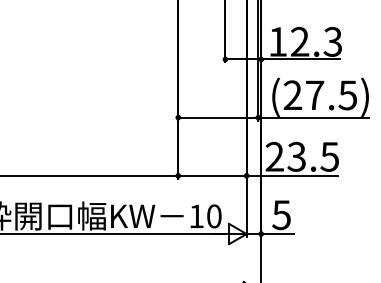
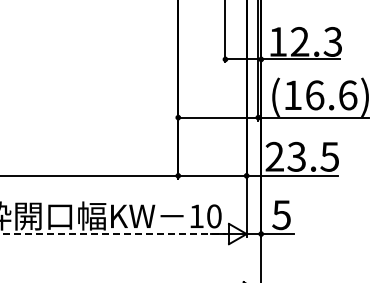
text at (320, 95): (27.5) -> (16.6)
line at (113, 234): solid -> dashed
